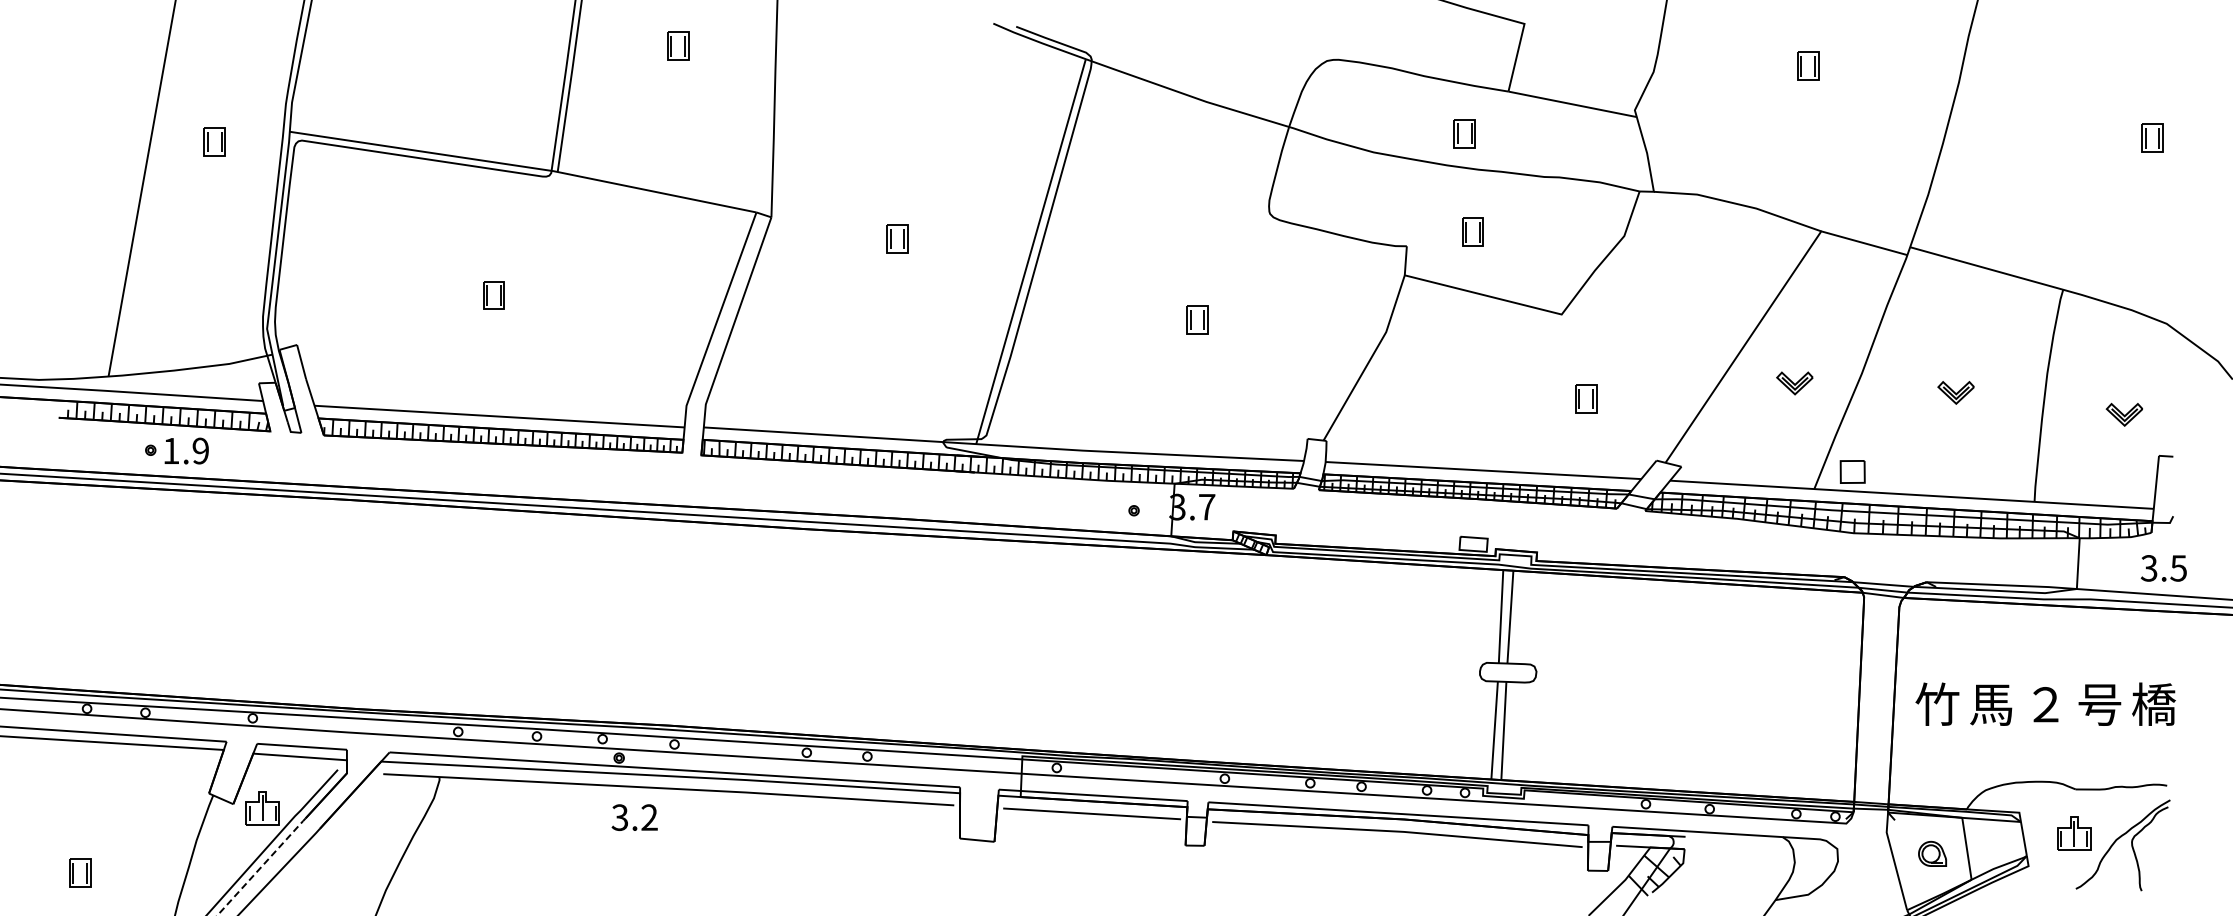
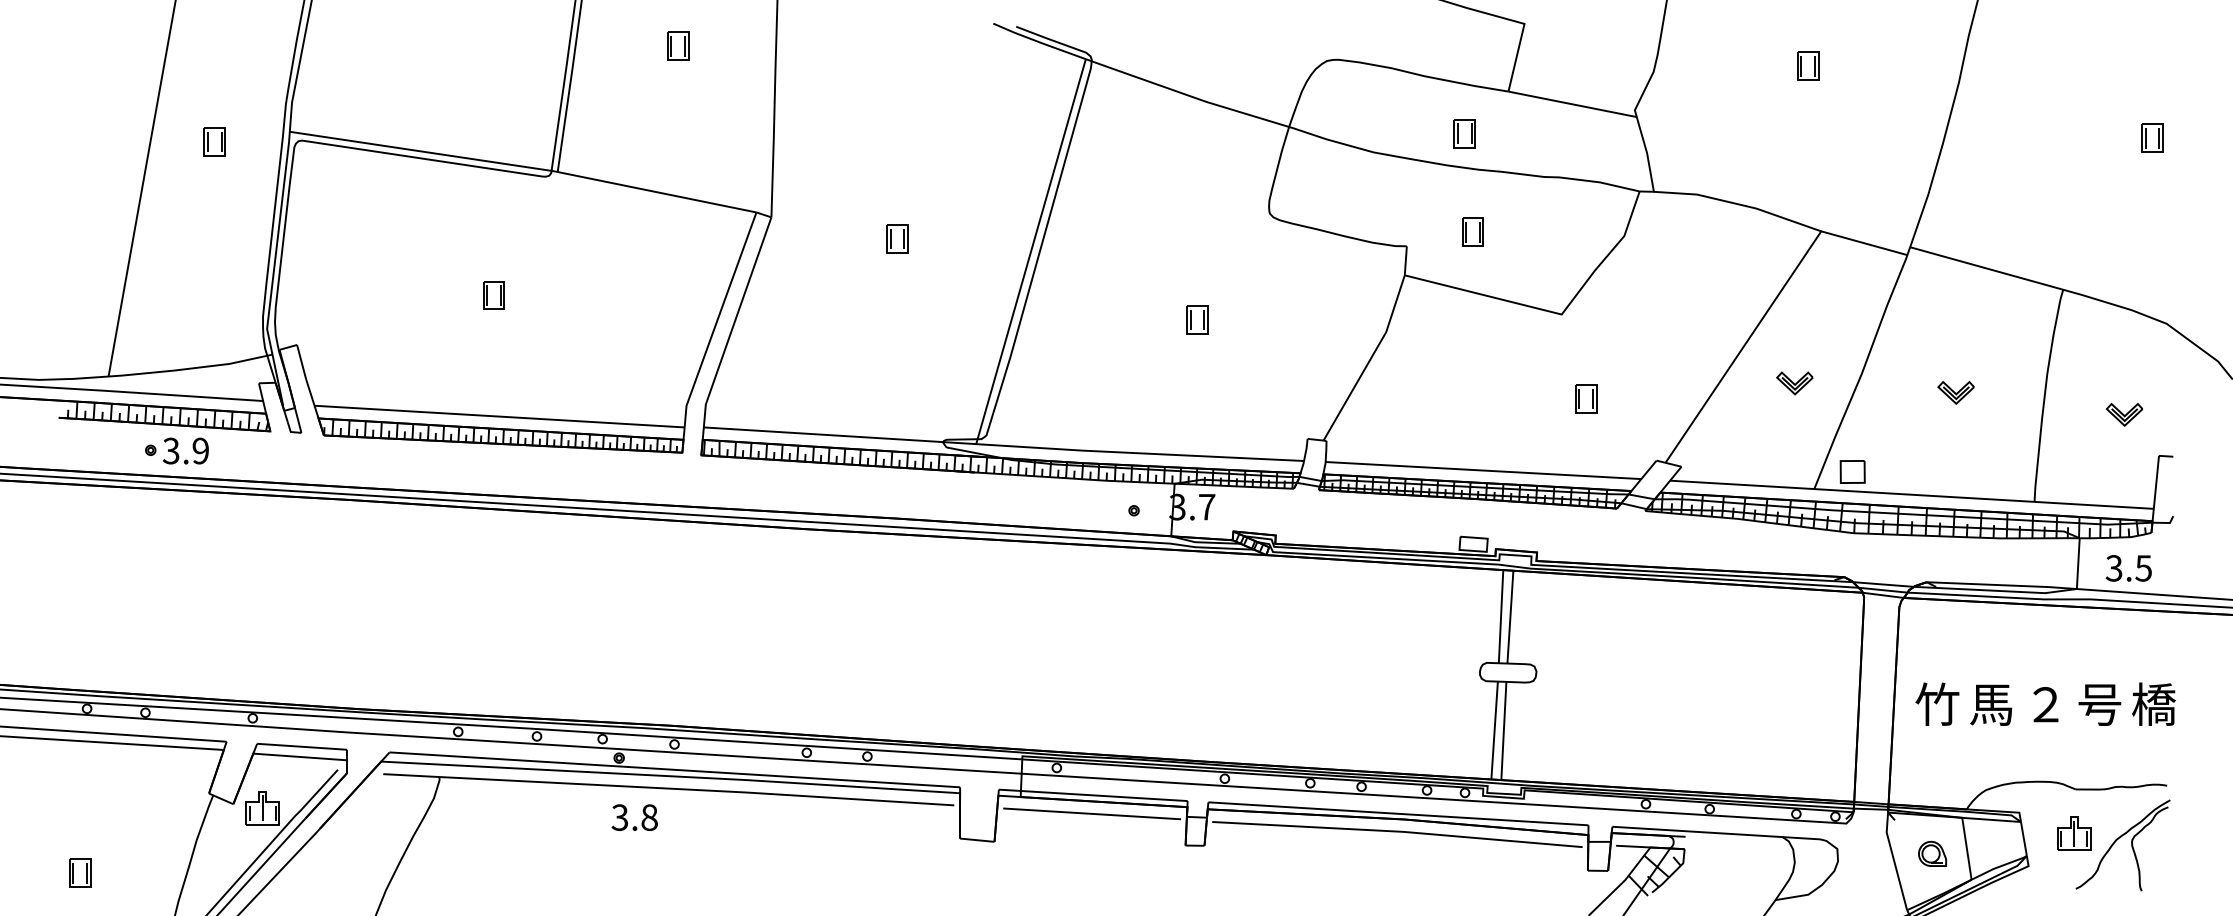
text at (171, 450): 1.9 -> 3.9
text at (2163, 568) position: (2163, 568) -> (2128, 568)
text at (649, 817): 3.2 -> 3.8
line at (261, 866): dashed -> solid
